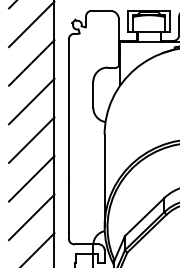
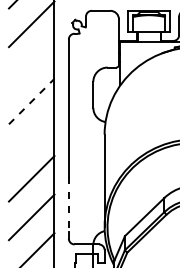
line at (31, 62): present -> none
line at (32, 101): solid -> dashed
line at (31, 139): present -> none
line at (68, 204): solid -> dashed
